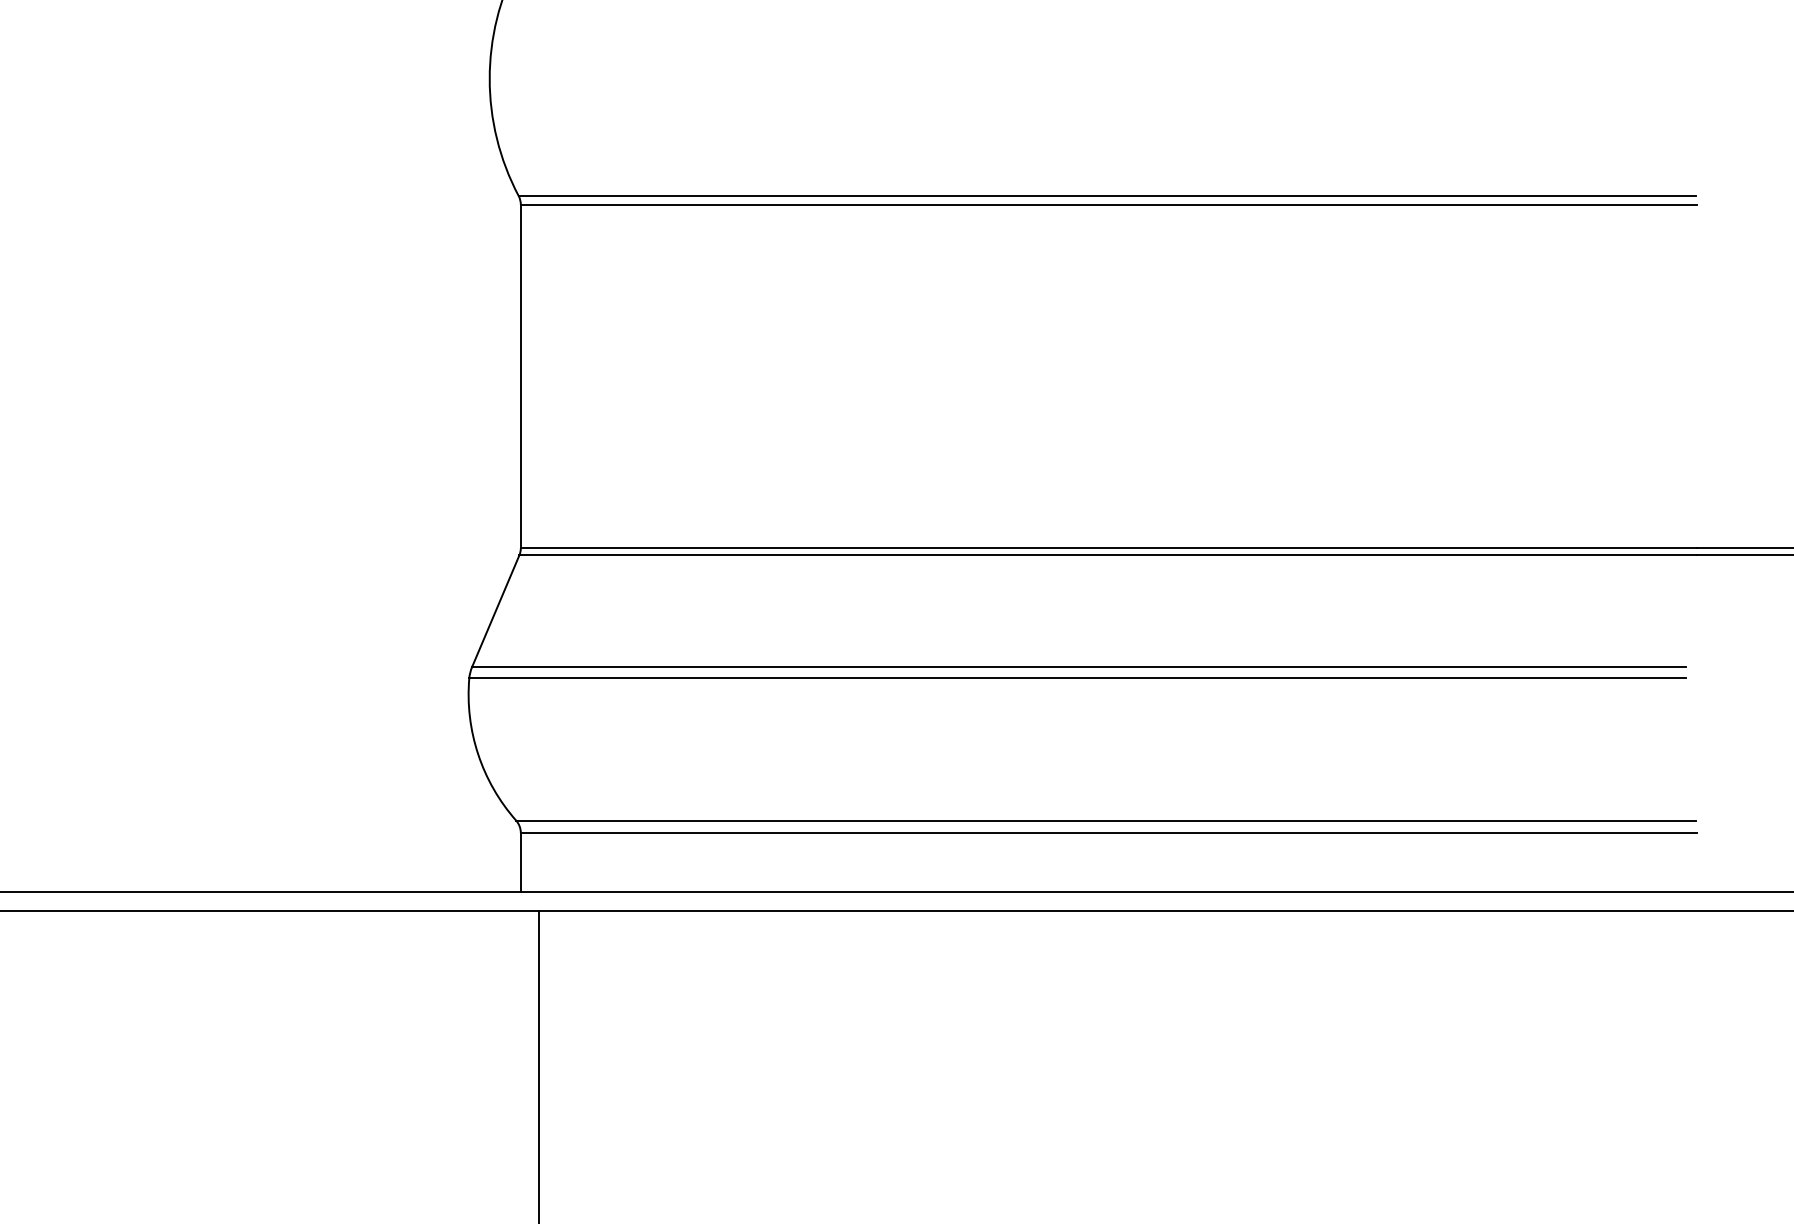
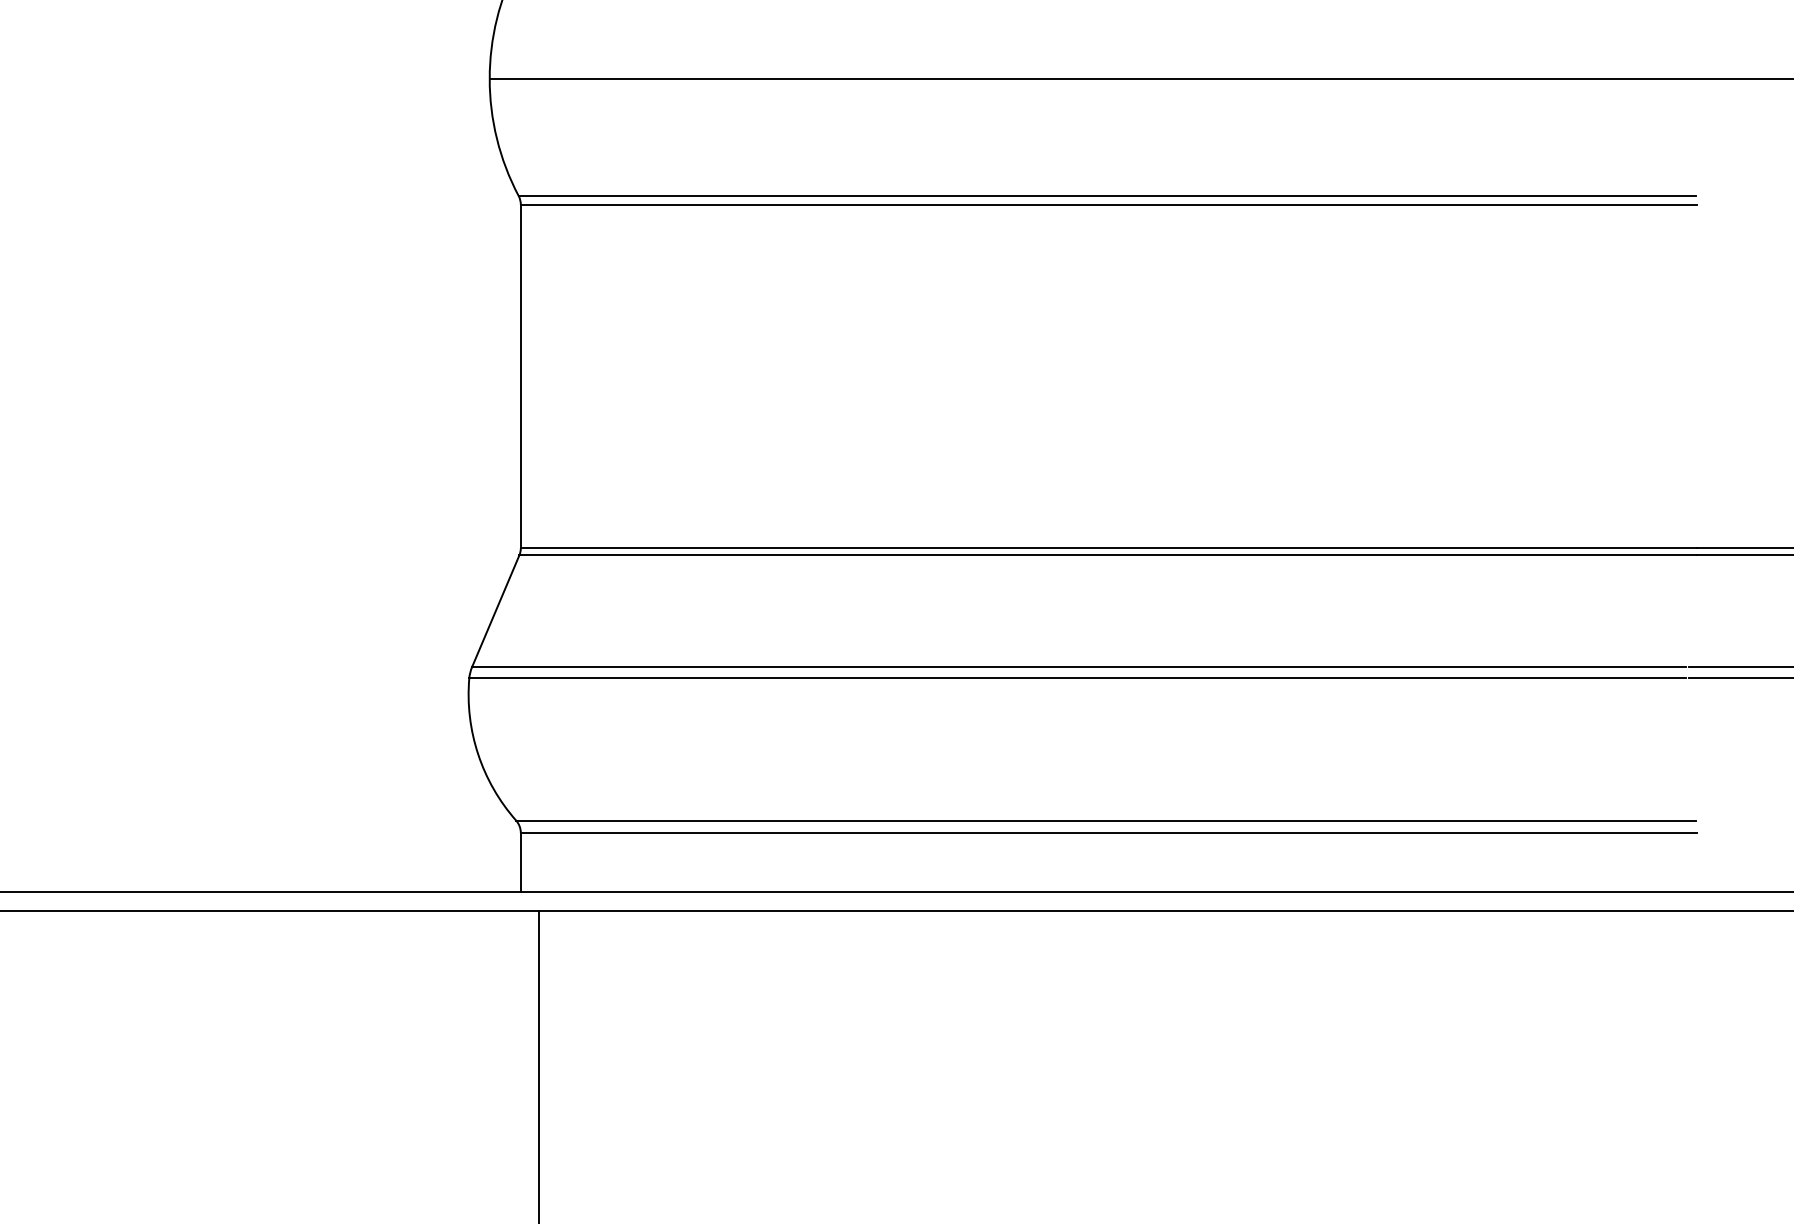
line at (1139, 78): none -> present
line at (1739, 667): none -> present
line at (1739, 678): none -> present
